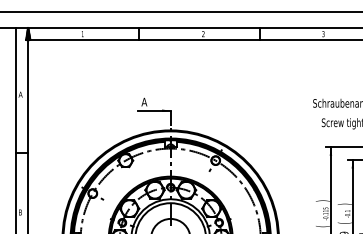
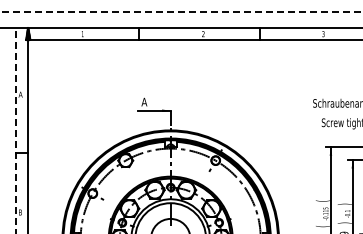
line at (181, 11): solid -> dashed
line at (16, 130): solid -> dashed
text at (322, 200): ) -> (
text at (344, 222): ( -> )
